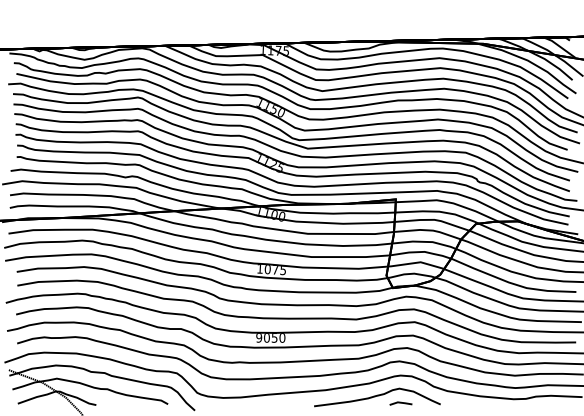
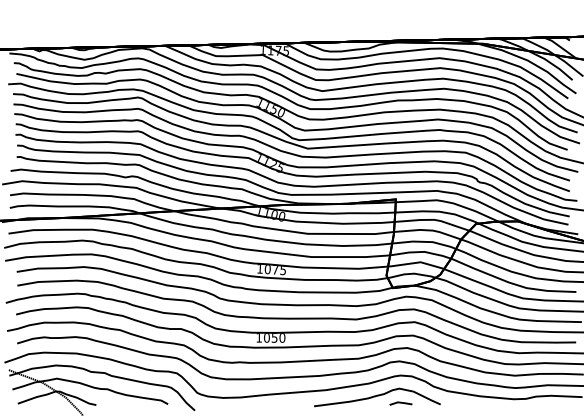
text at (259, 337): 9050 -> 1050
